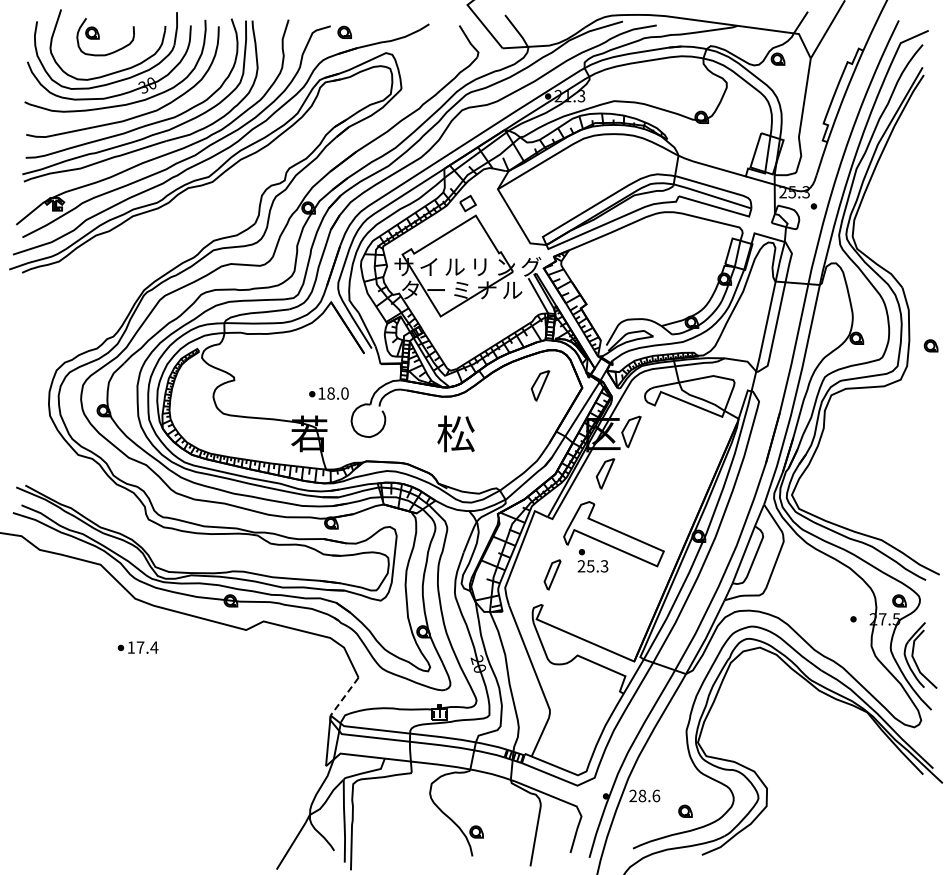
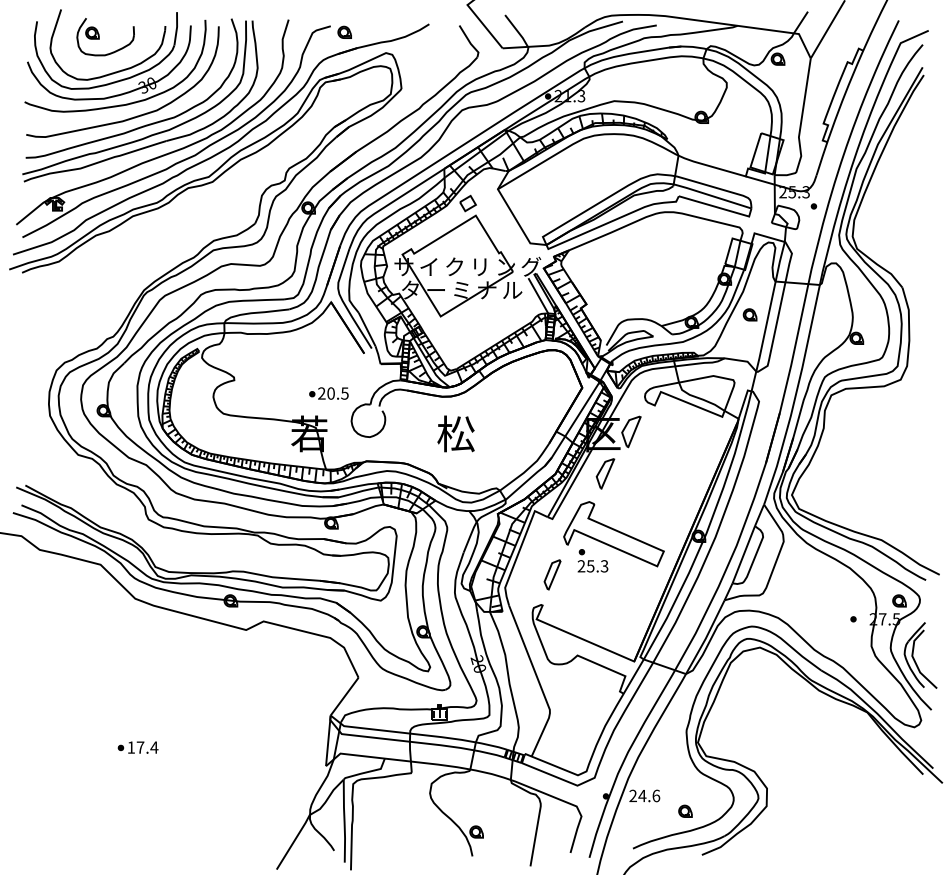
text at (454, 266): ル -> ク
part at (930, 345) position: (930, 345) -> (749, 314)
part at (540, 385): present -> none
text at (333, 393): 18.0 -> 20.5
part at (137, 647) position: (137, 647) -> (137, 747)
line at (344, 697): dashed -> solid
text at (642, 795): 28.6 -> 24.6
